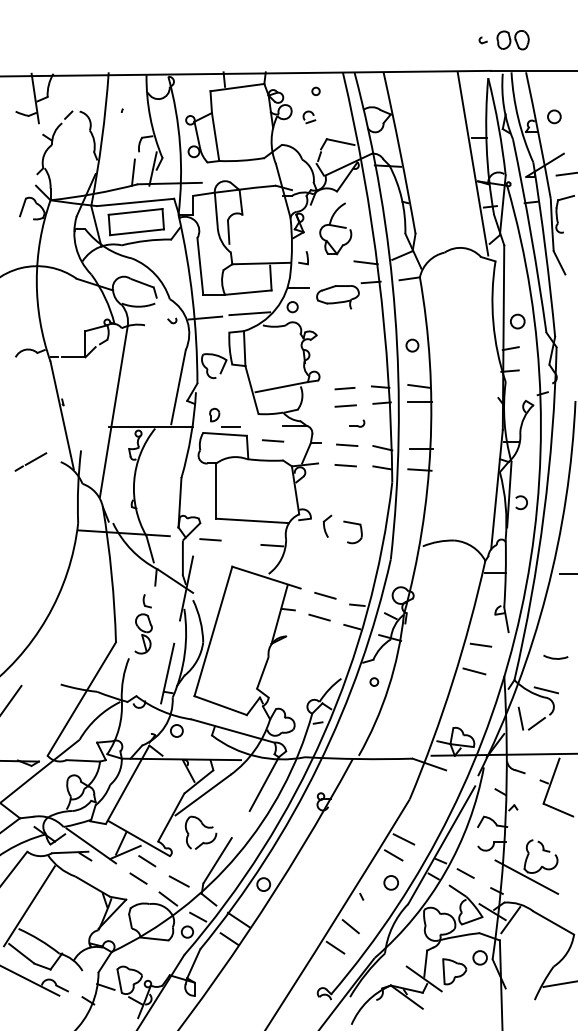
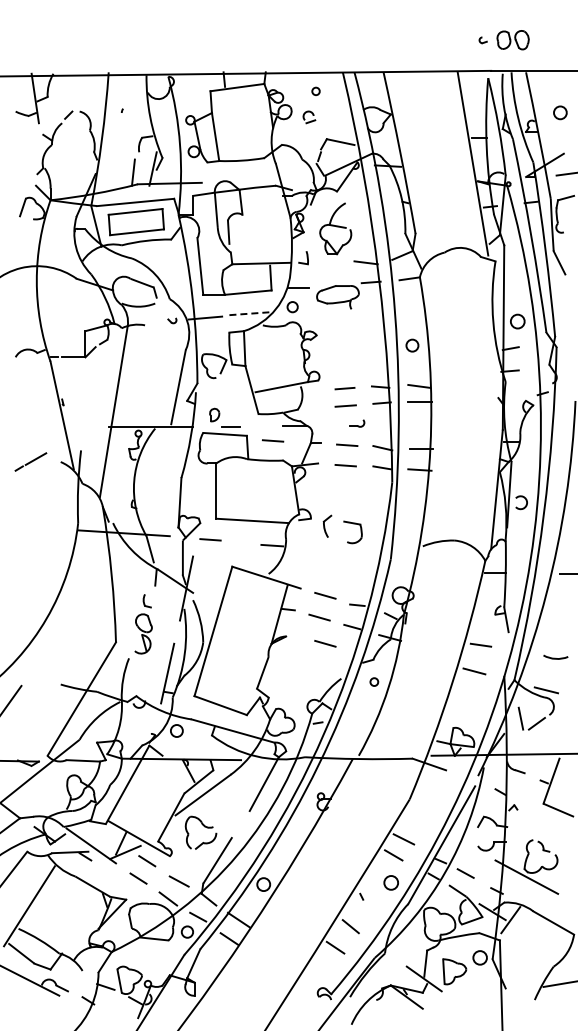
circle at (554, 116) position: (554, 116) -> (560, 112)
line at (250, 313): solid -> dashed
line at (325, 643): none -> present
